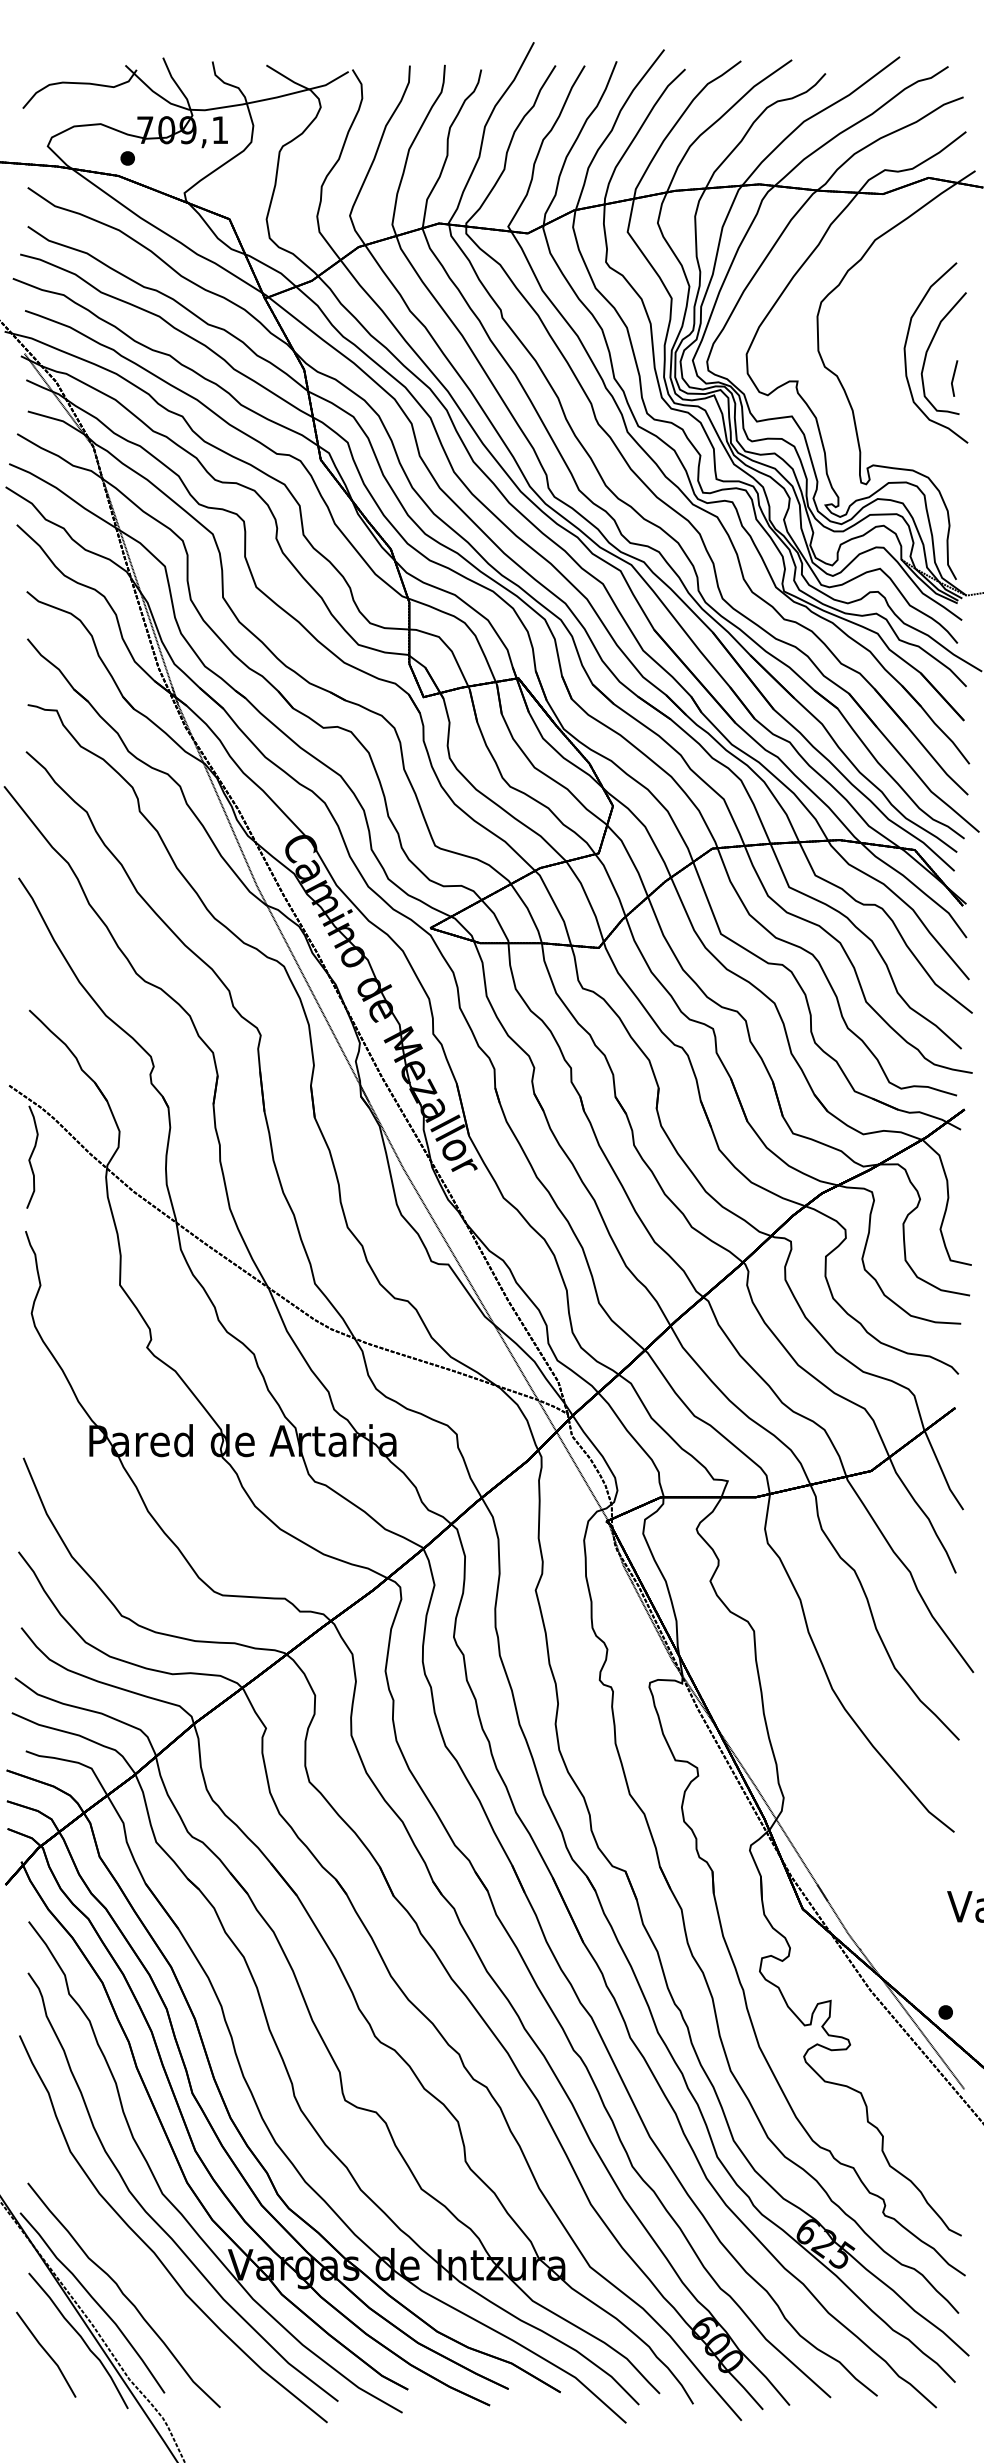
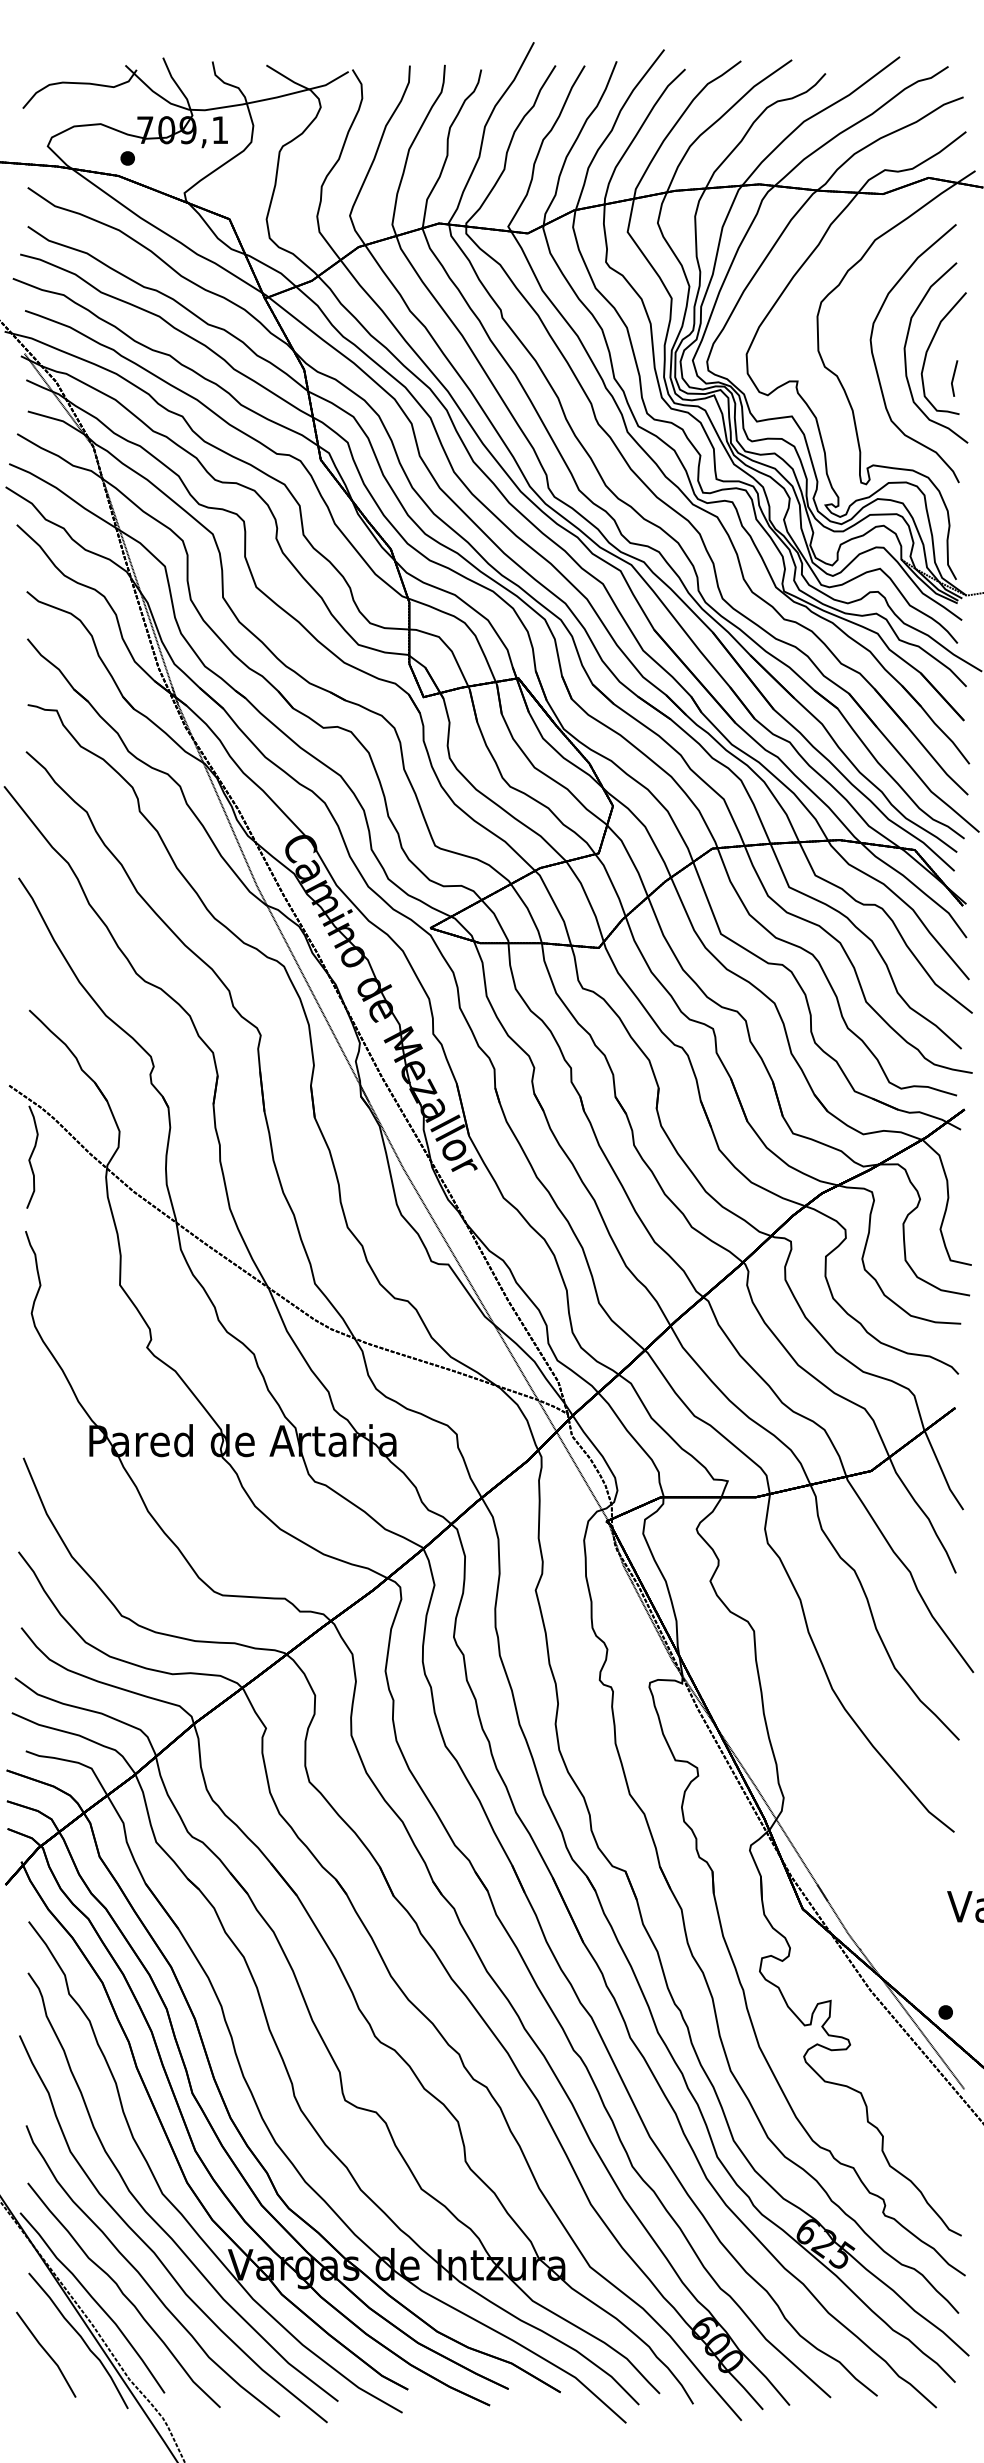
part at (875, 361): none -> present
curve at (144, 2278): none -> present
